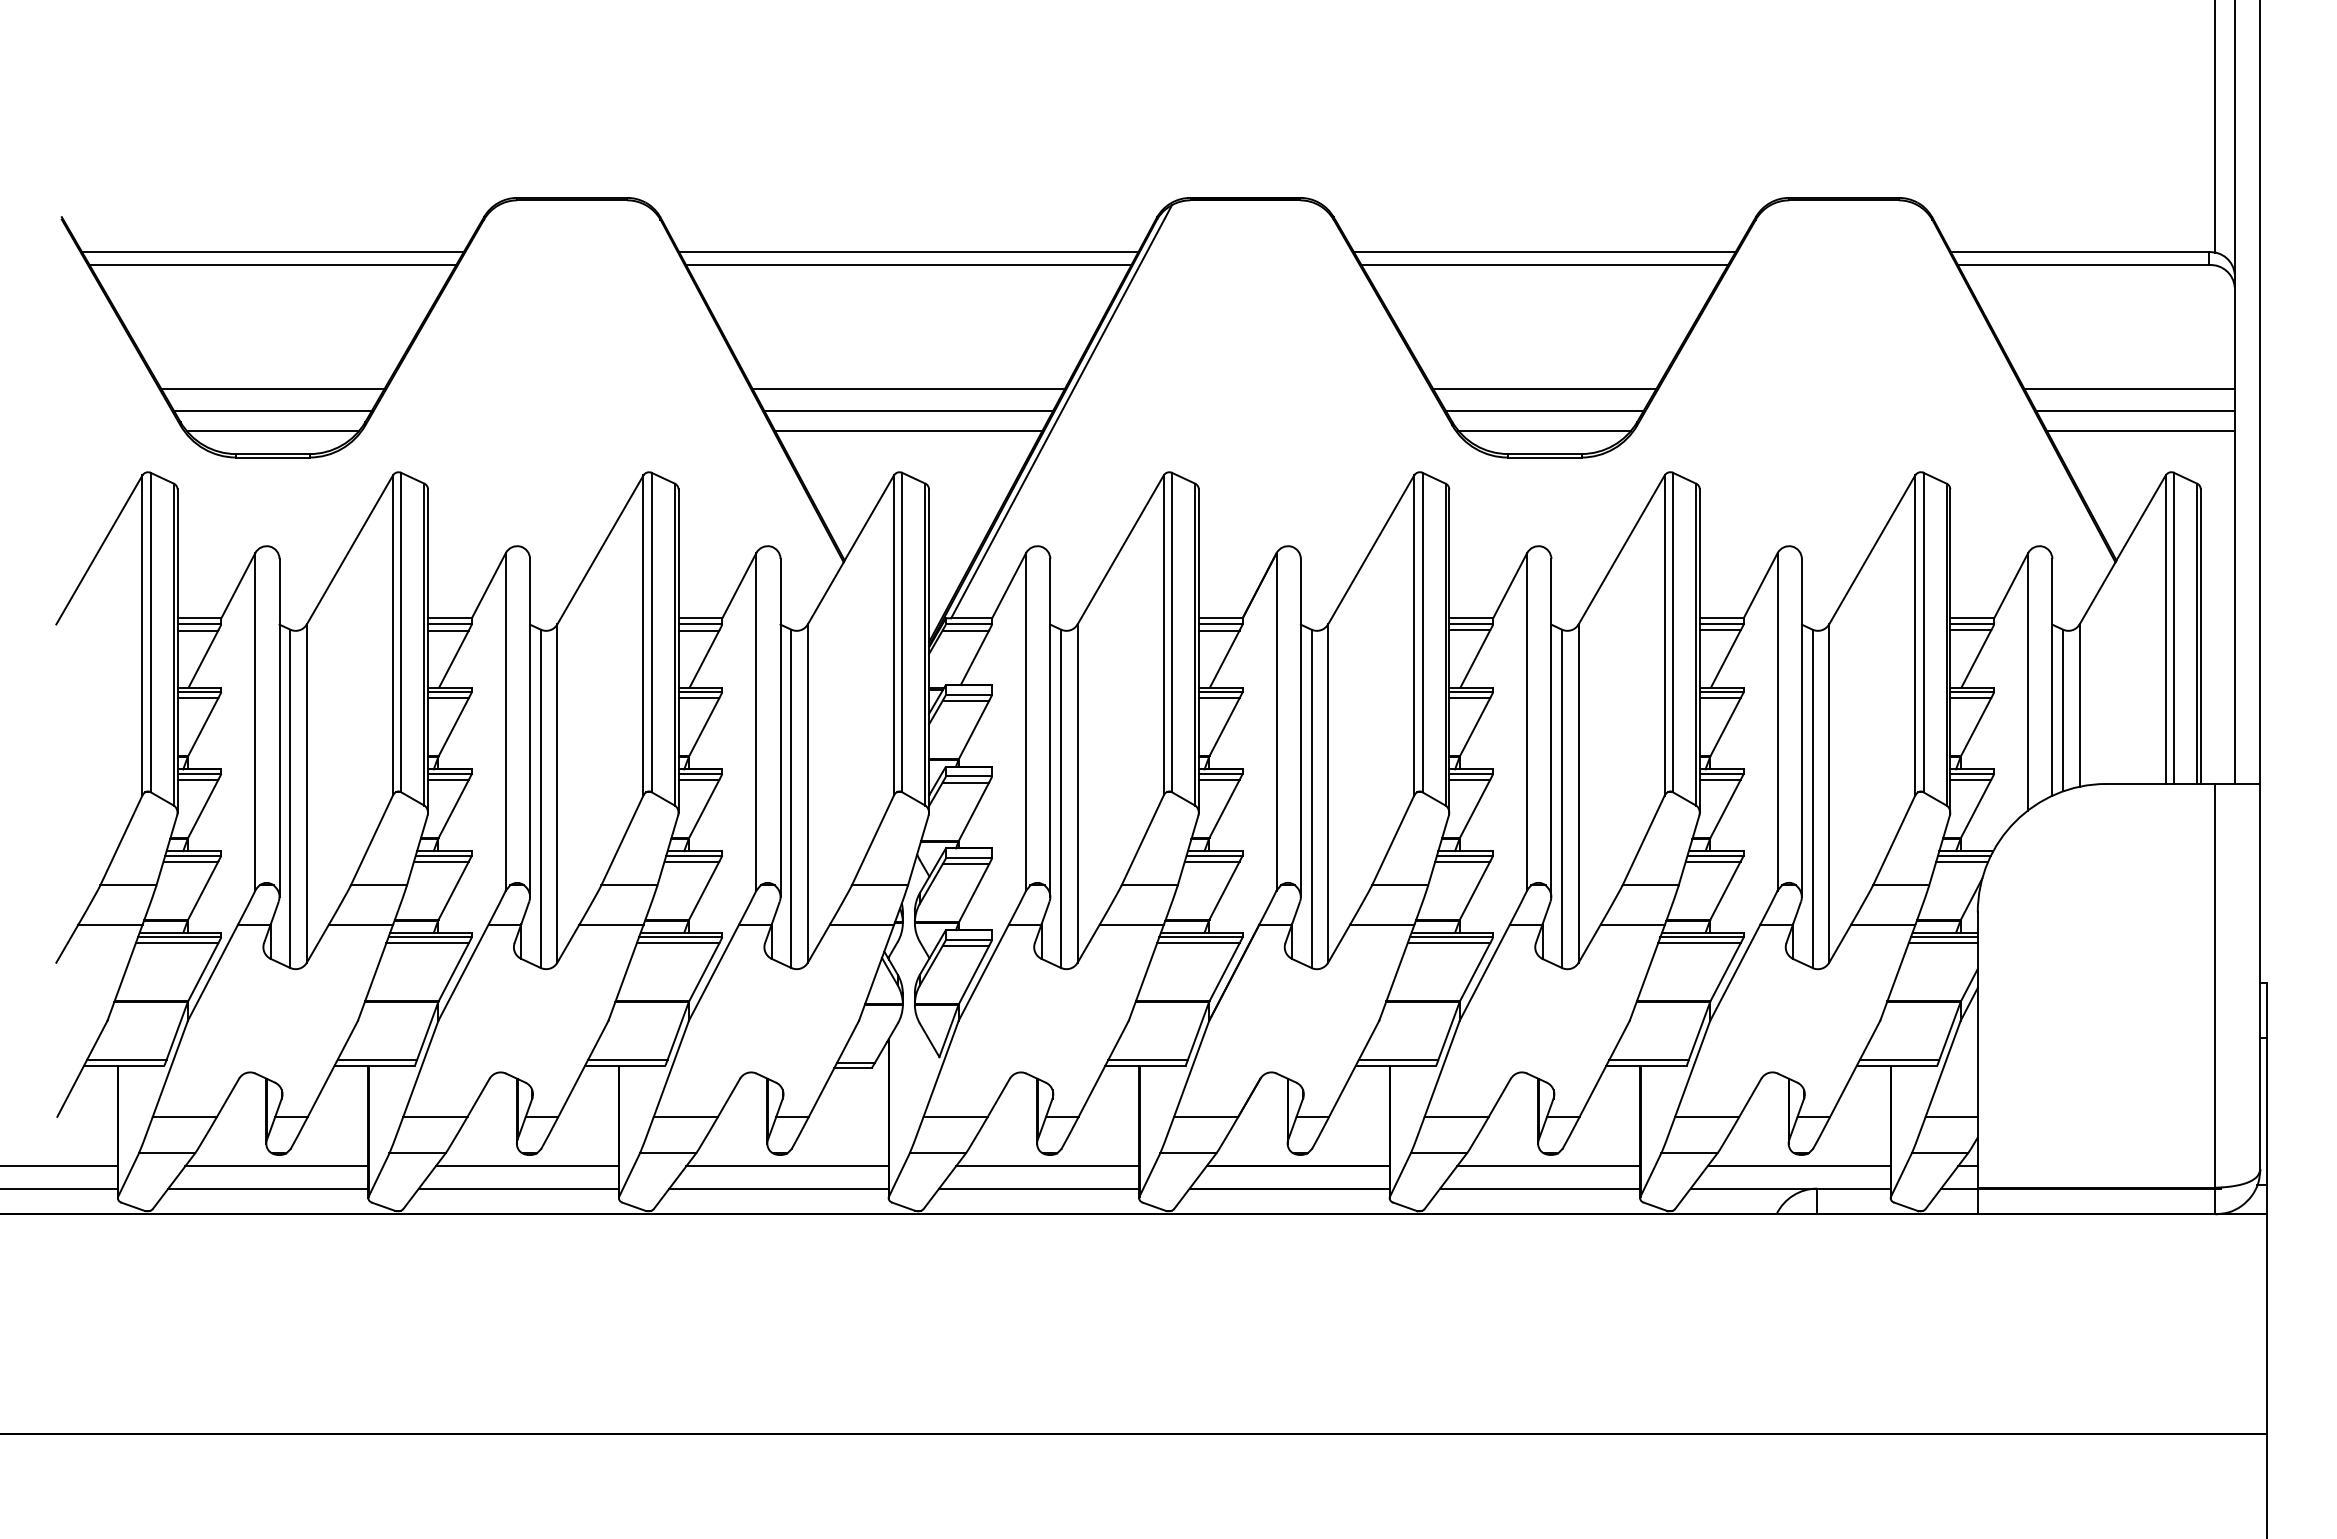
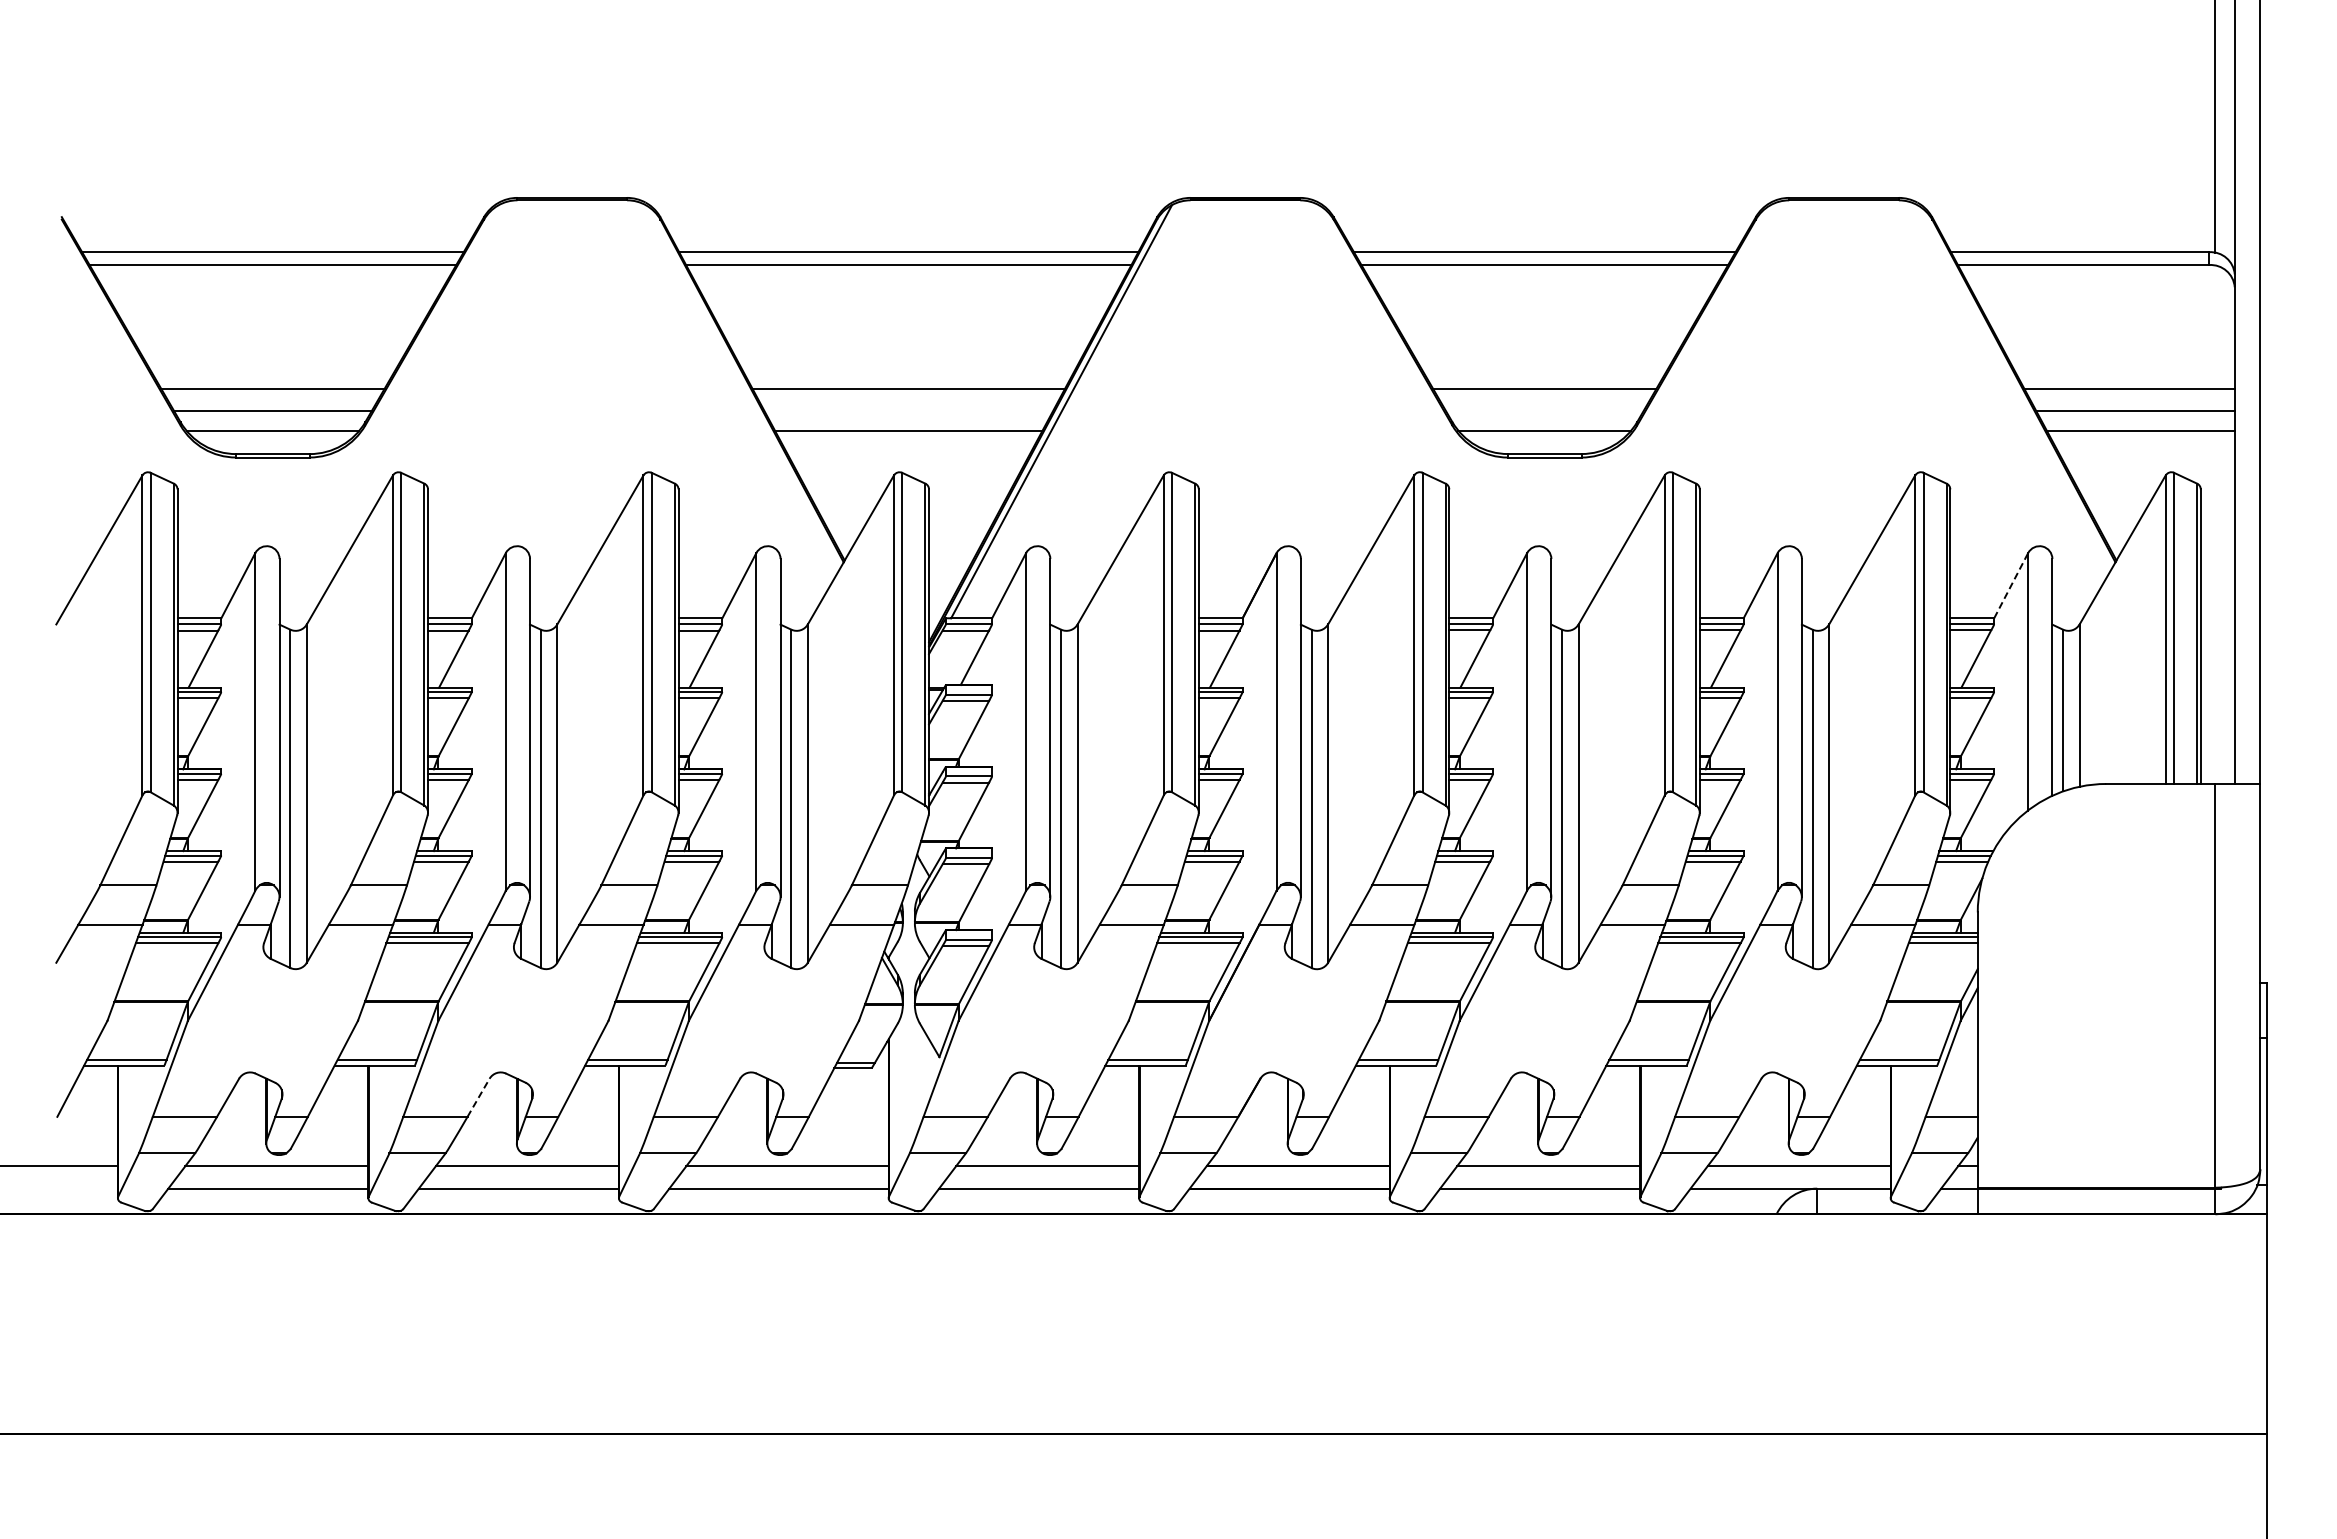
line at (908, 411): present -> none
line at (1544, 411): present -> none
line at (2011, 585): solid -> dashed
line at (478, 1097): solid -> dashed
line at (59, 1188): present -> none
